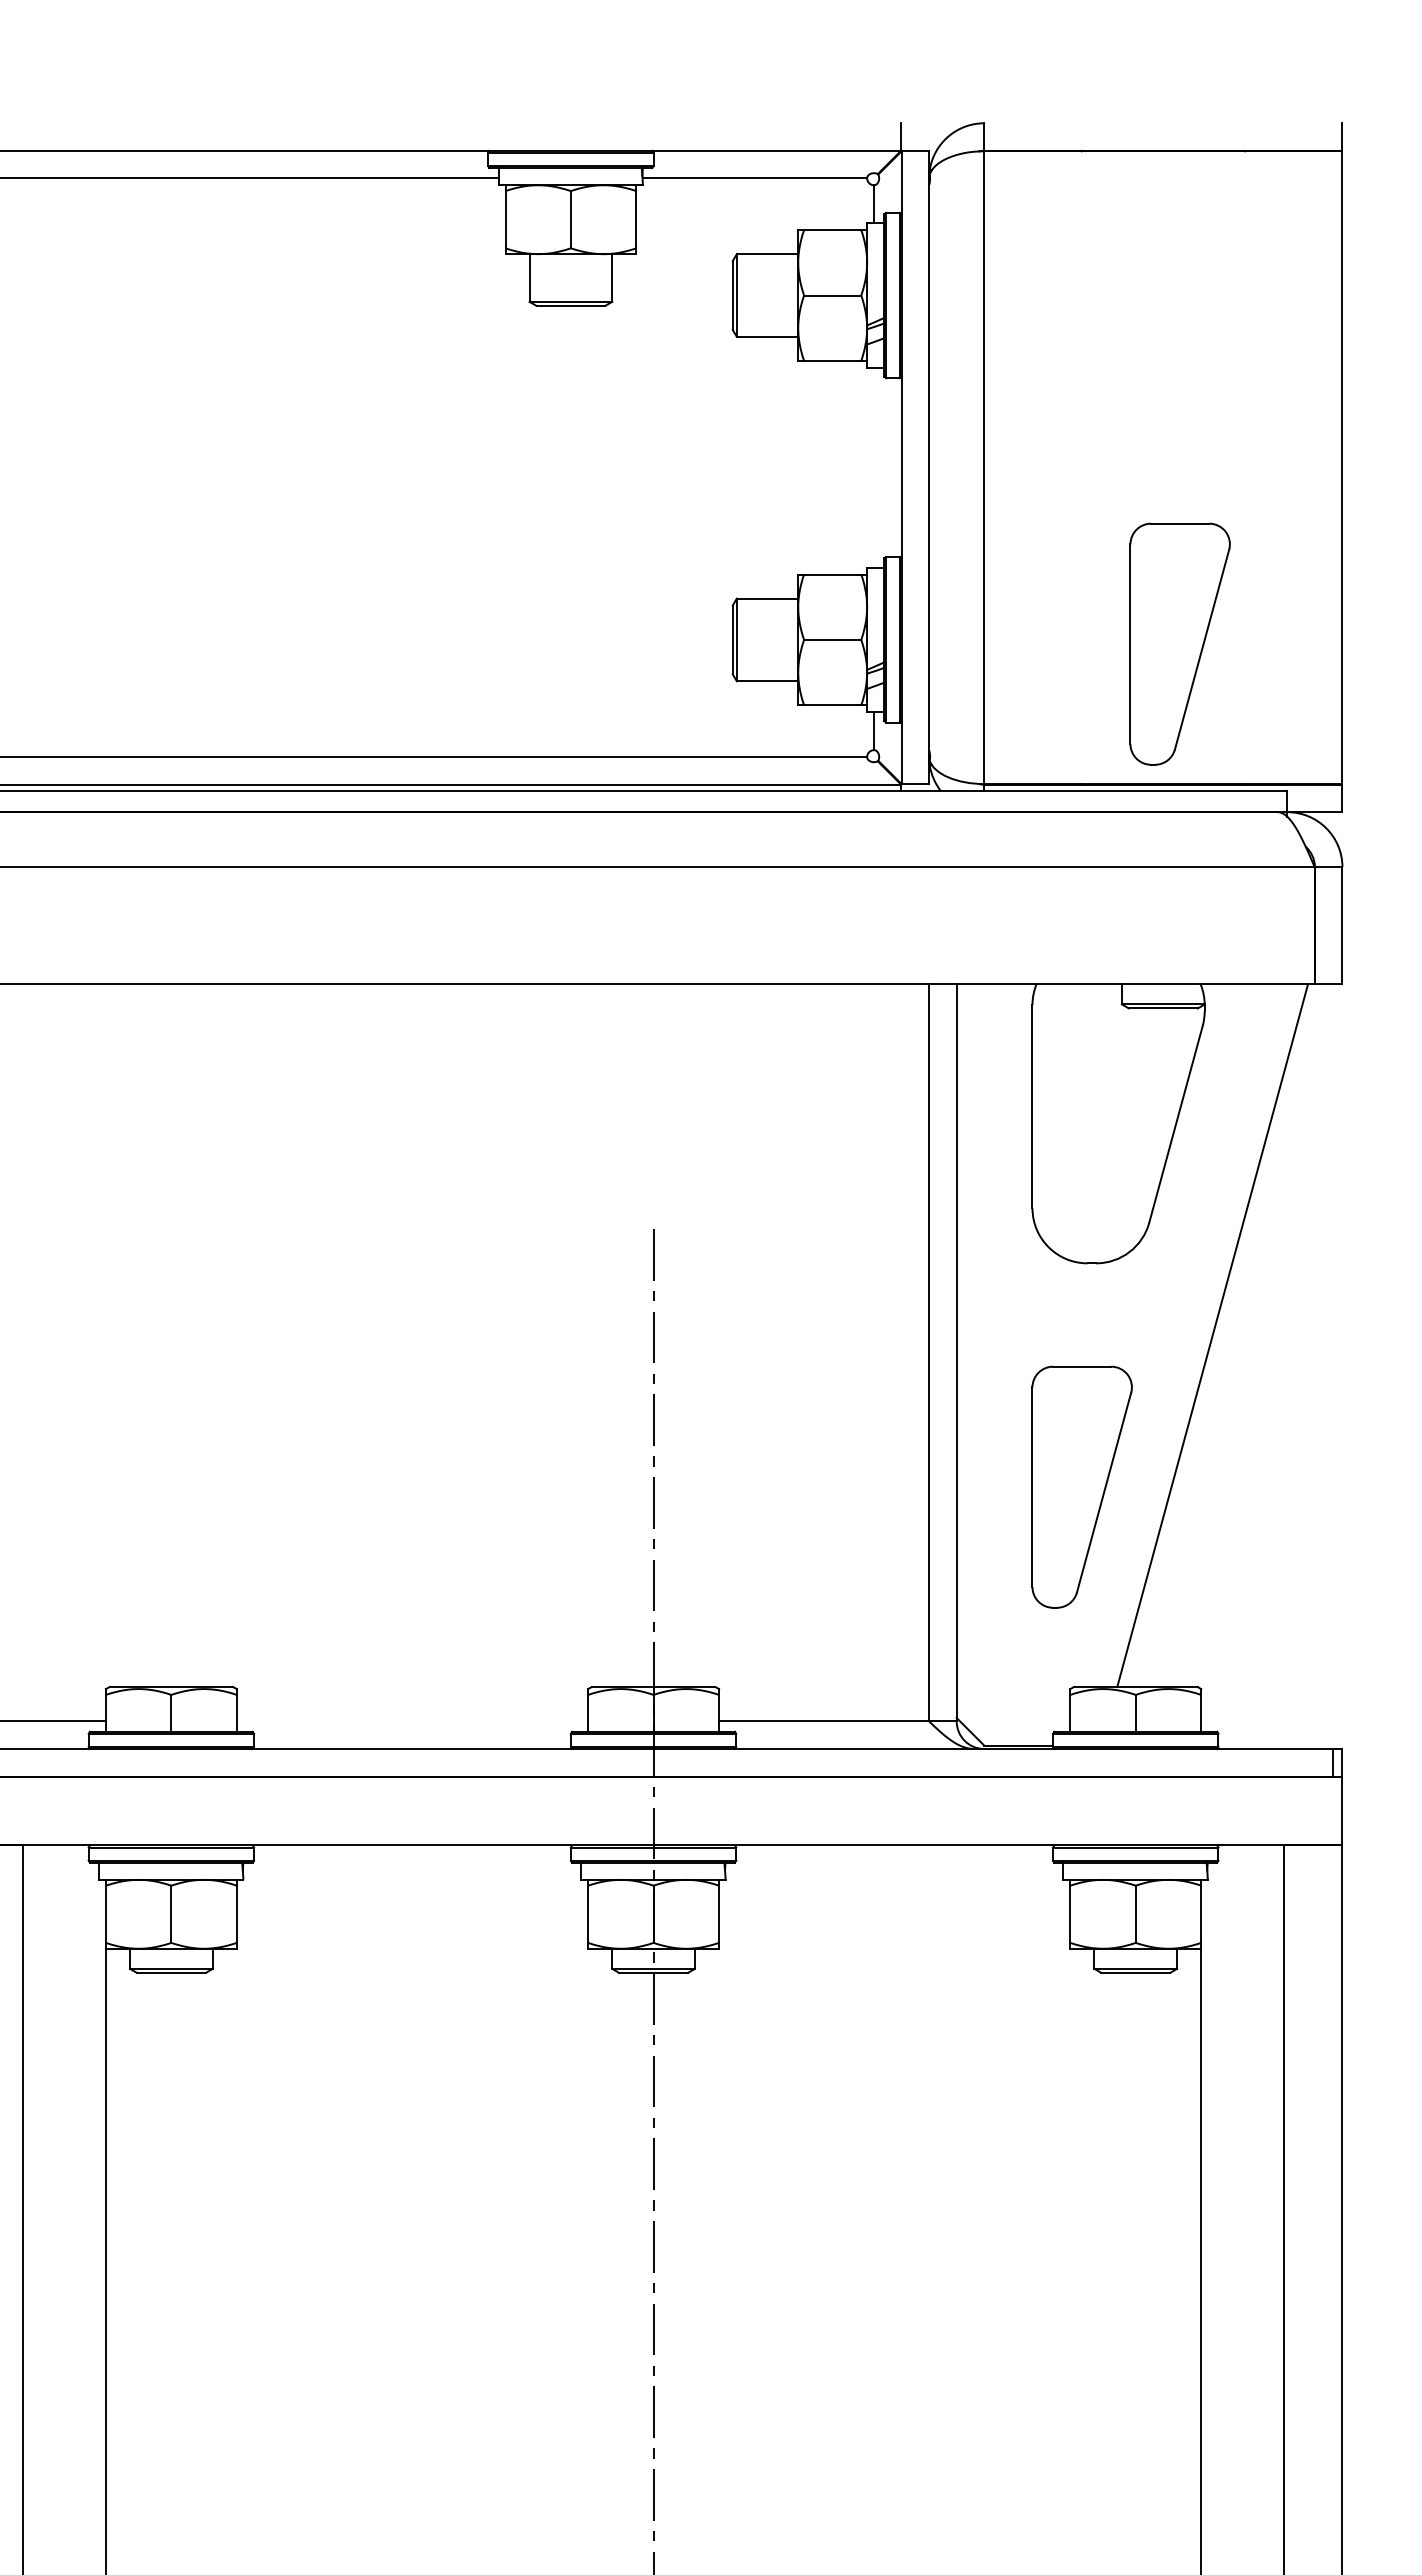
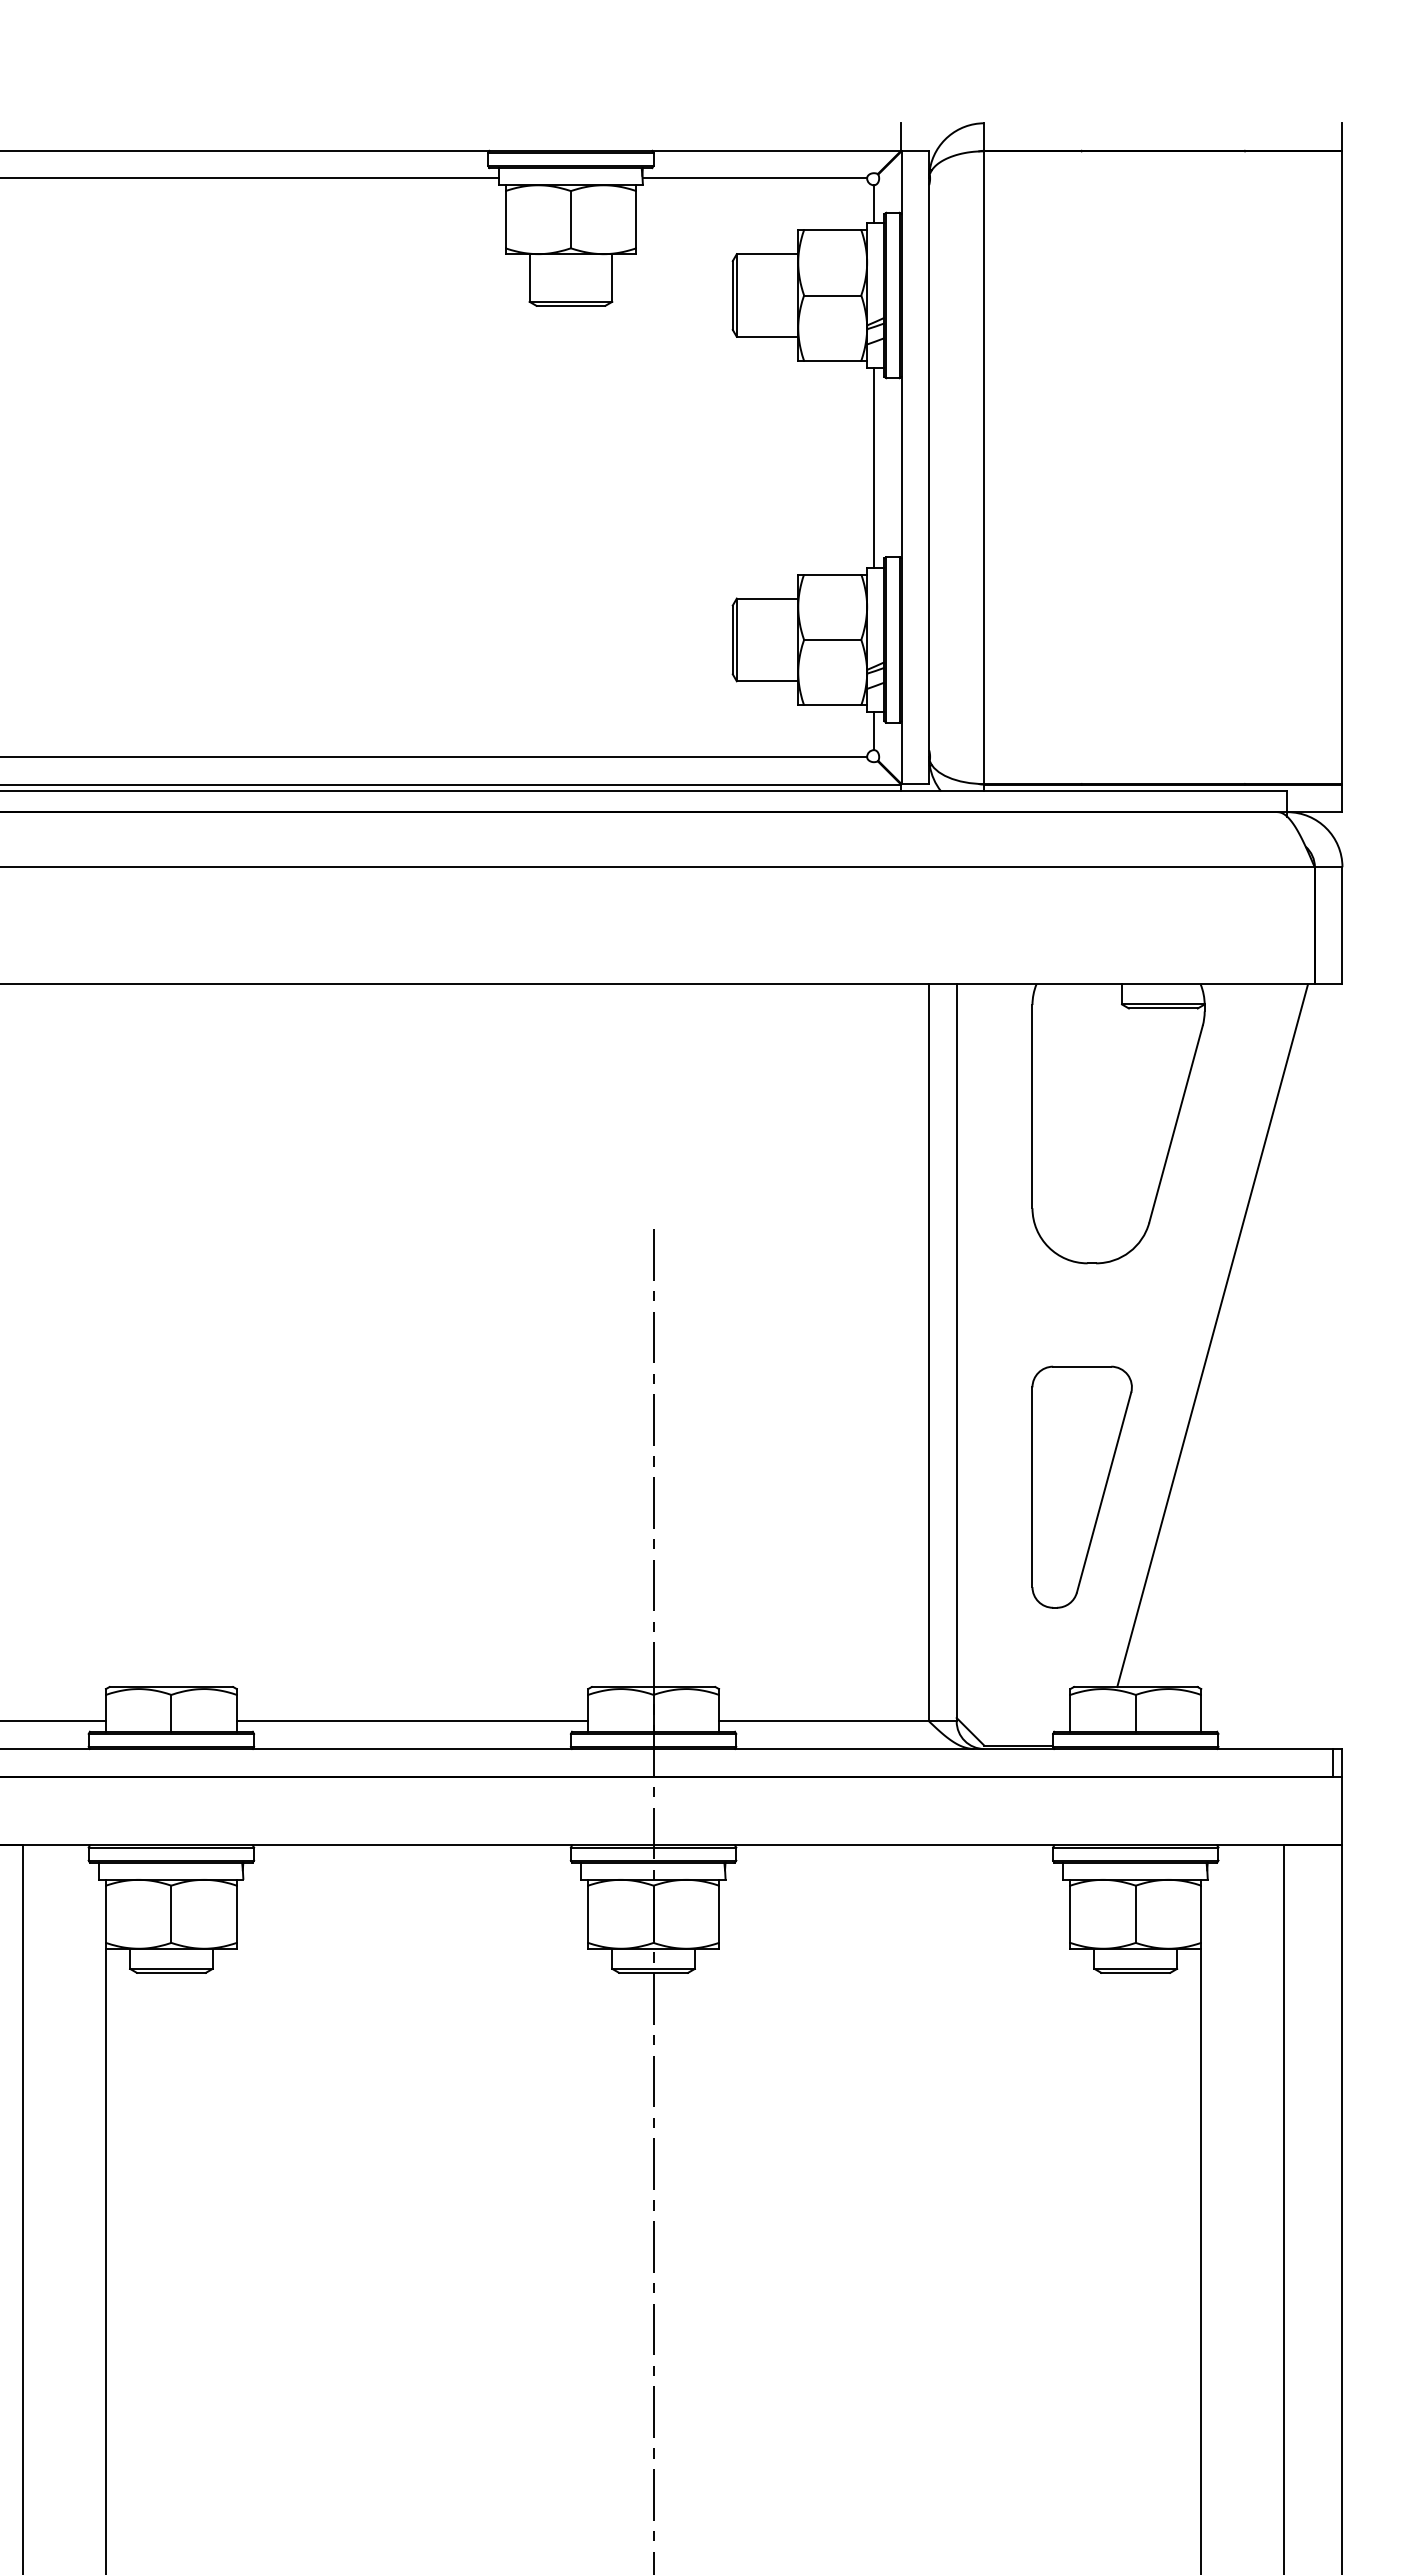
line at (874, 467): none -> present
part at (1179, 643): present -> none
line at (412, 1721): none -> present
